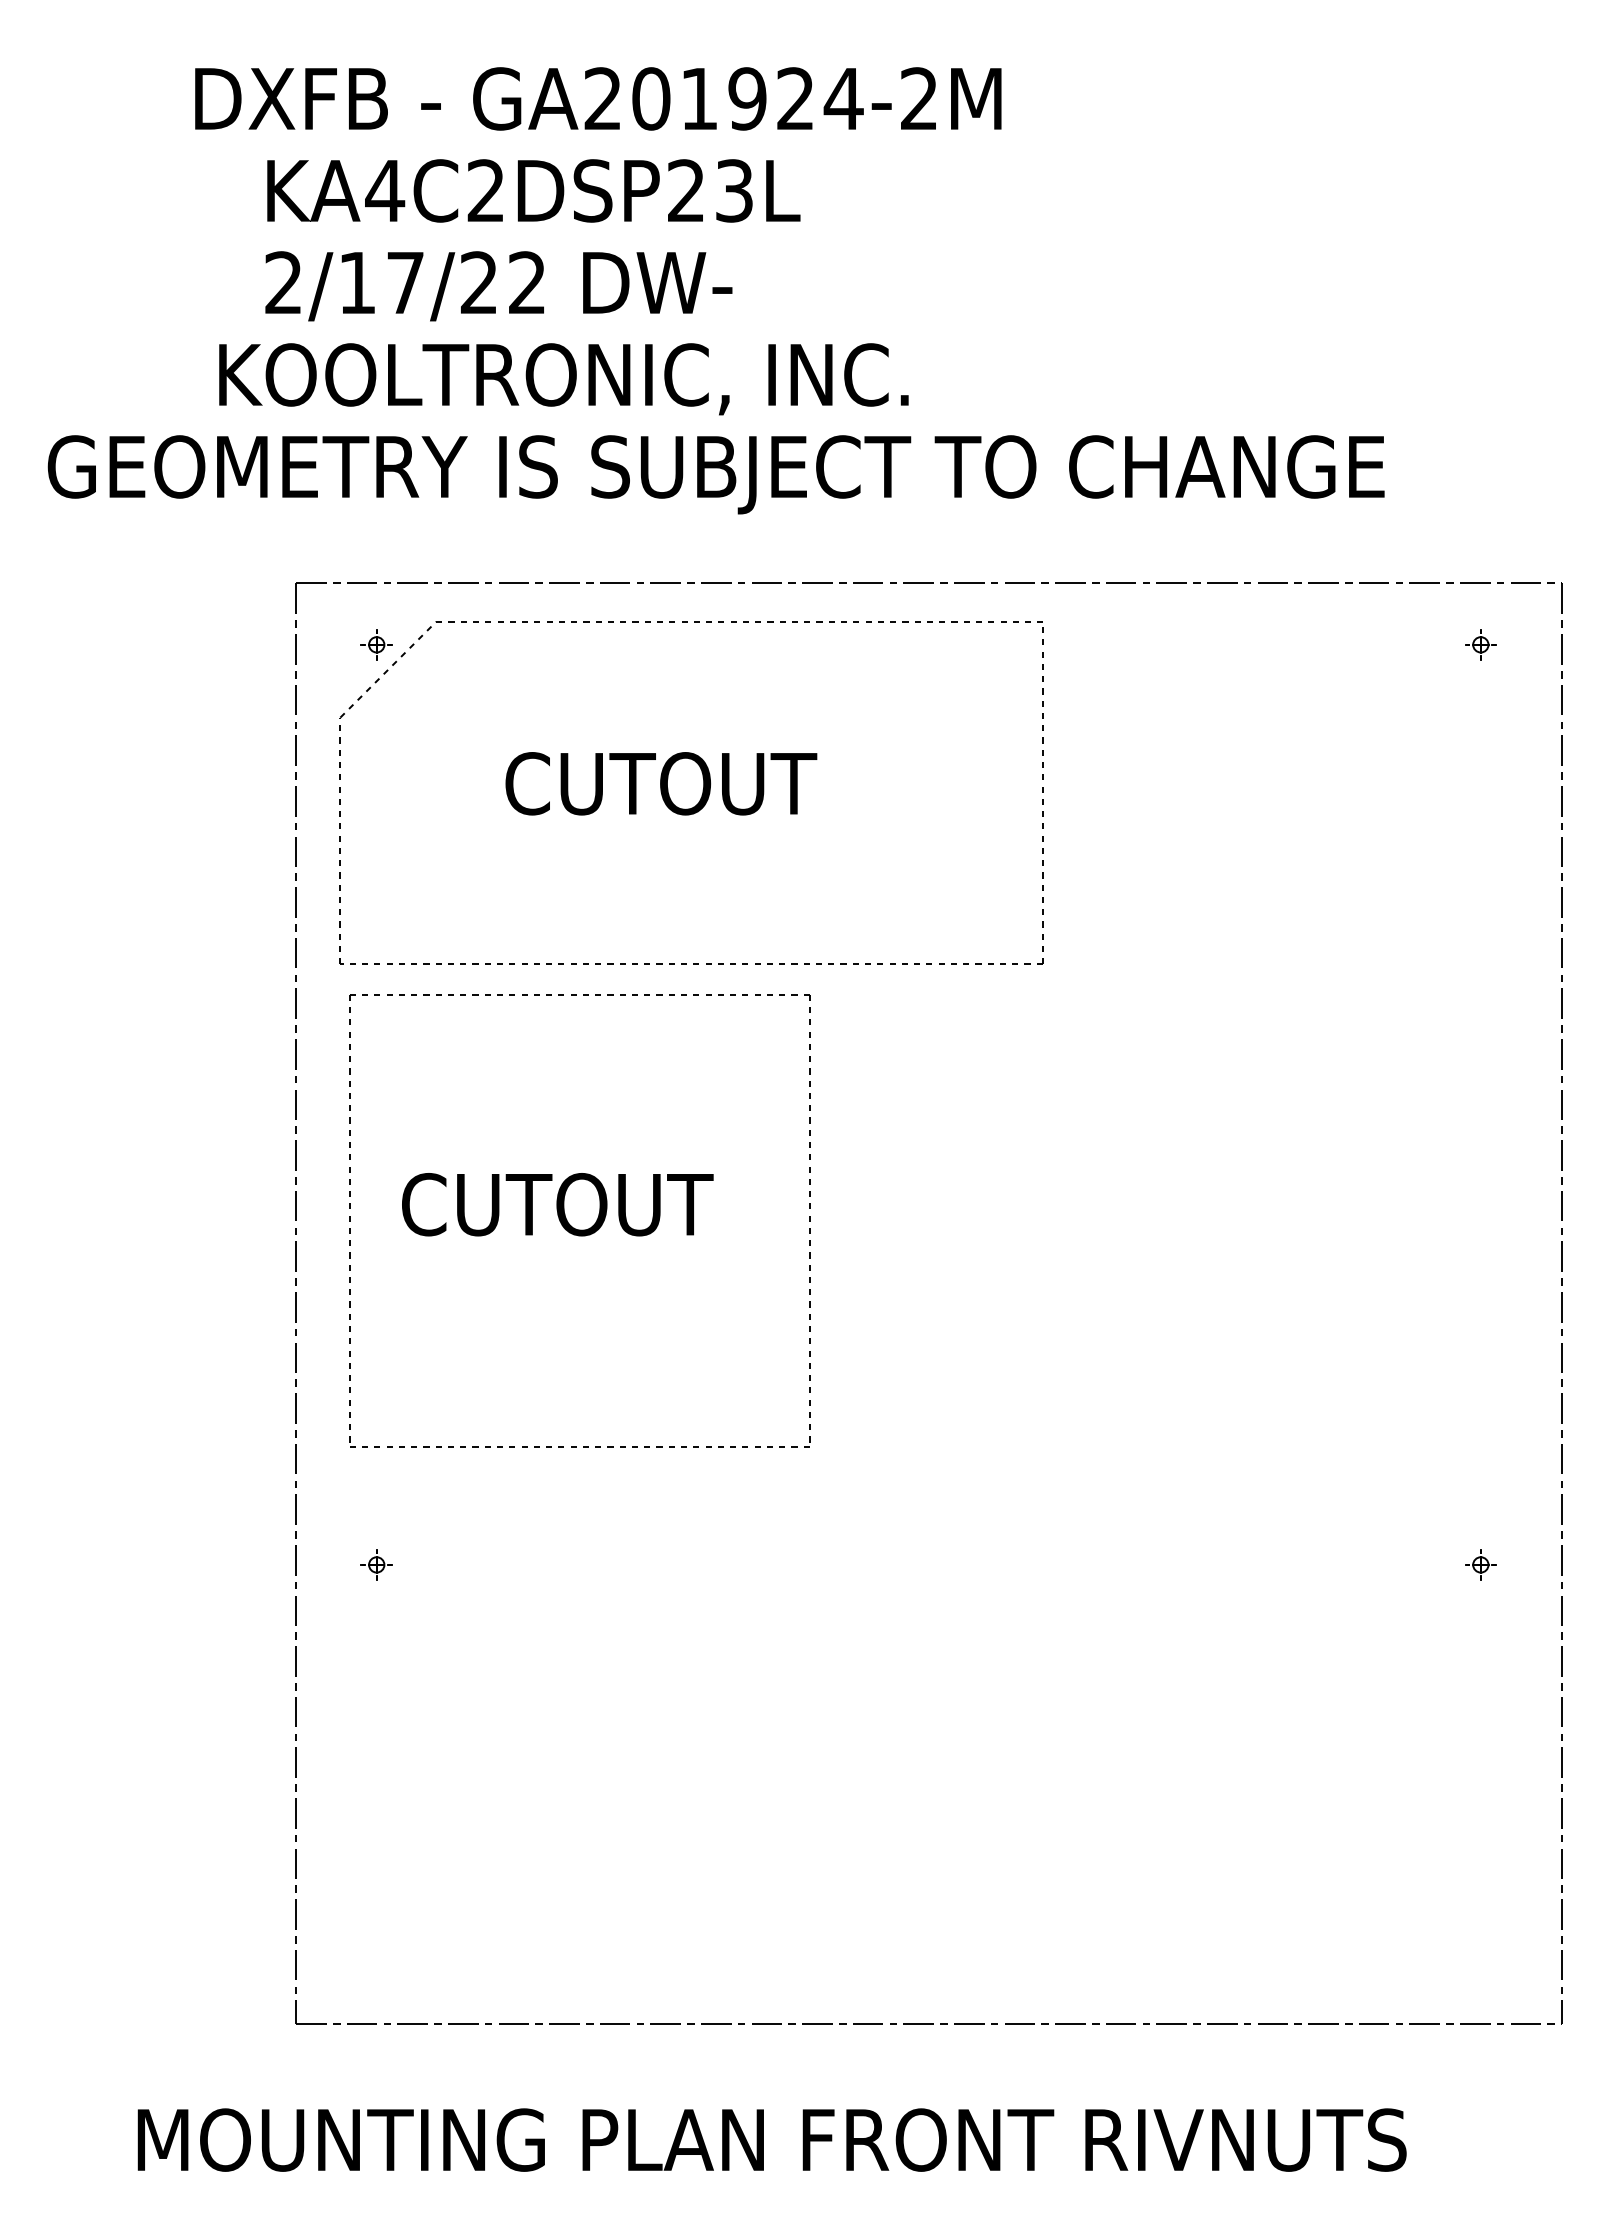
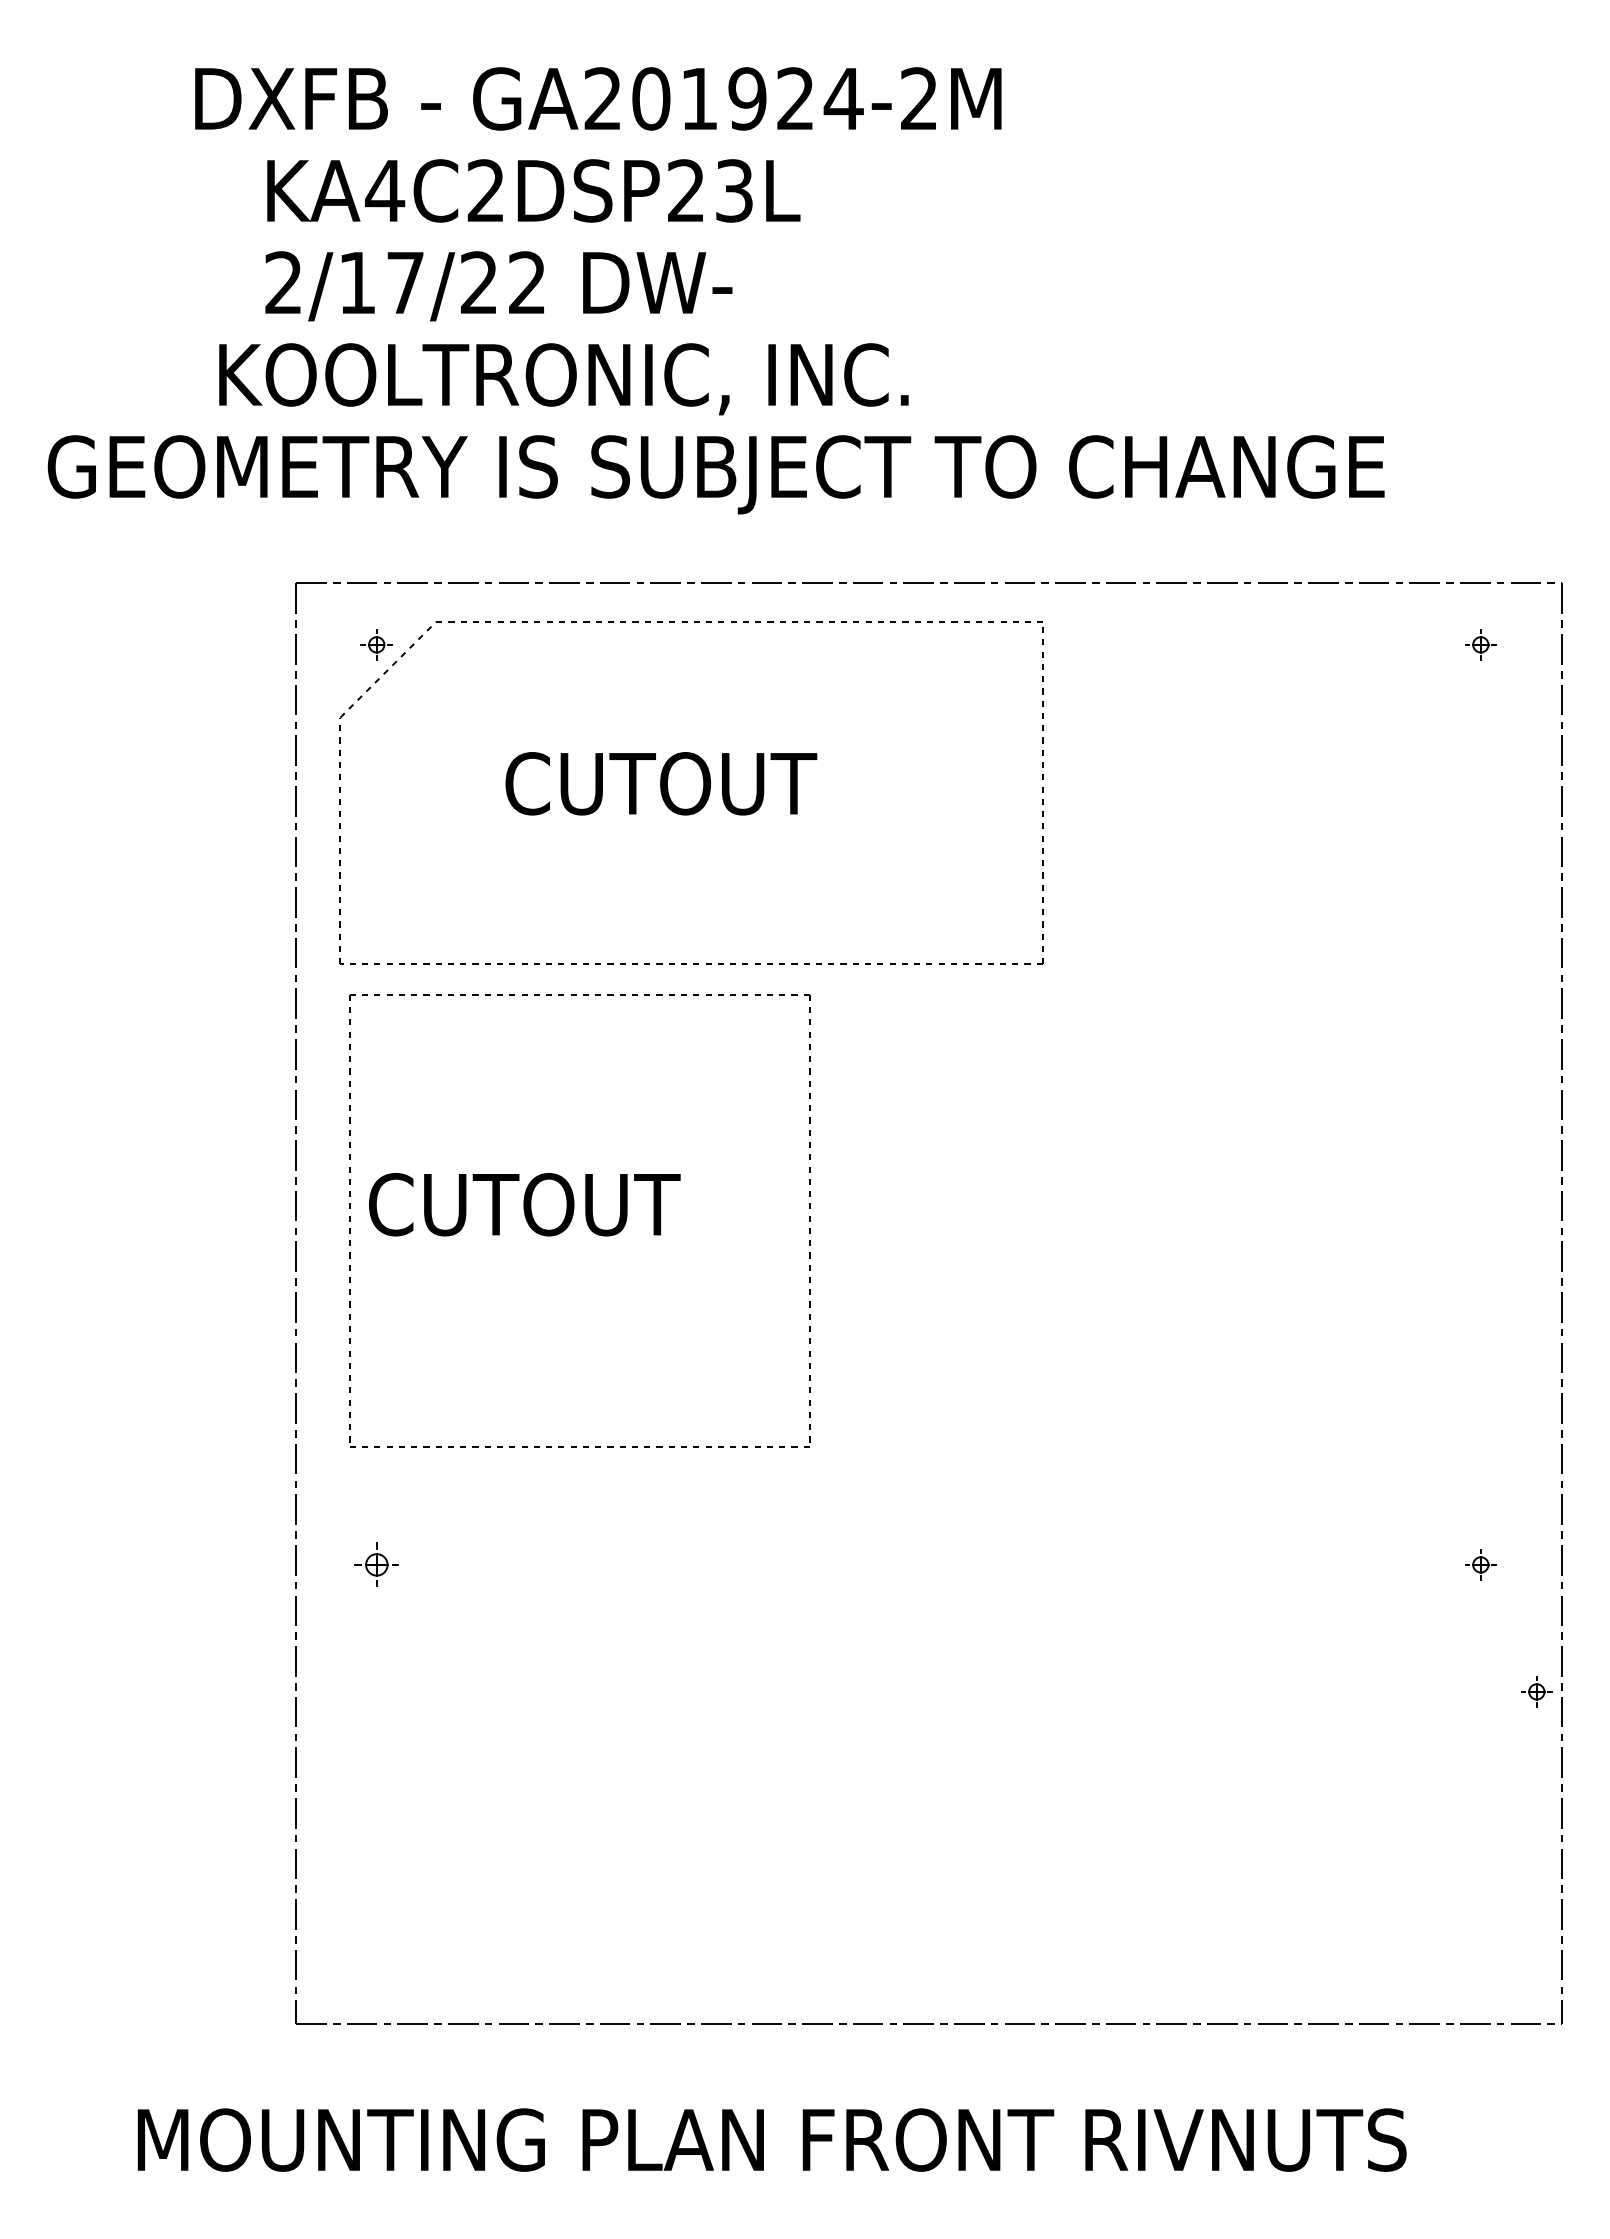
text at (557, 1204) position: (557, 1204) -> (524, 1204)
part at (376, 1564) size: 33x32 px -> 45x45 px
part at (1536, 1691): none -> present
